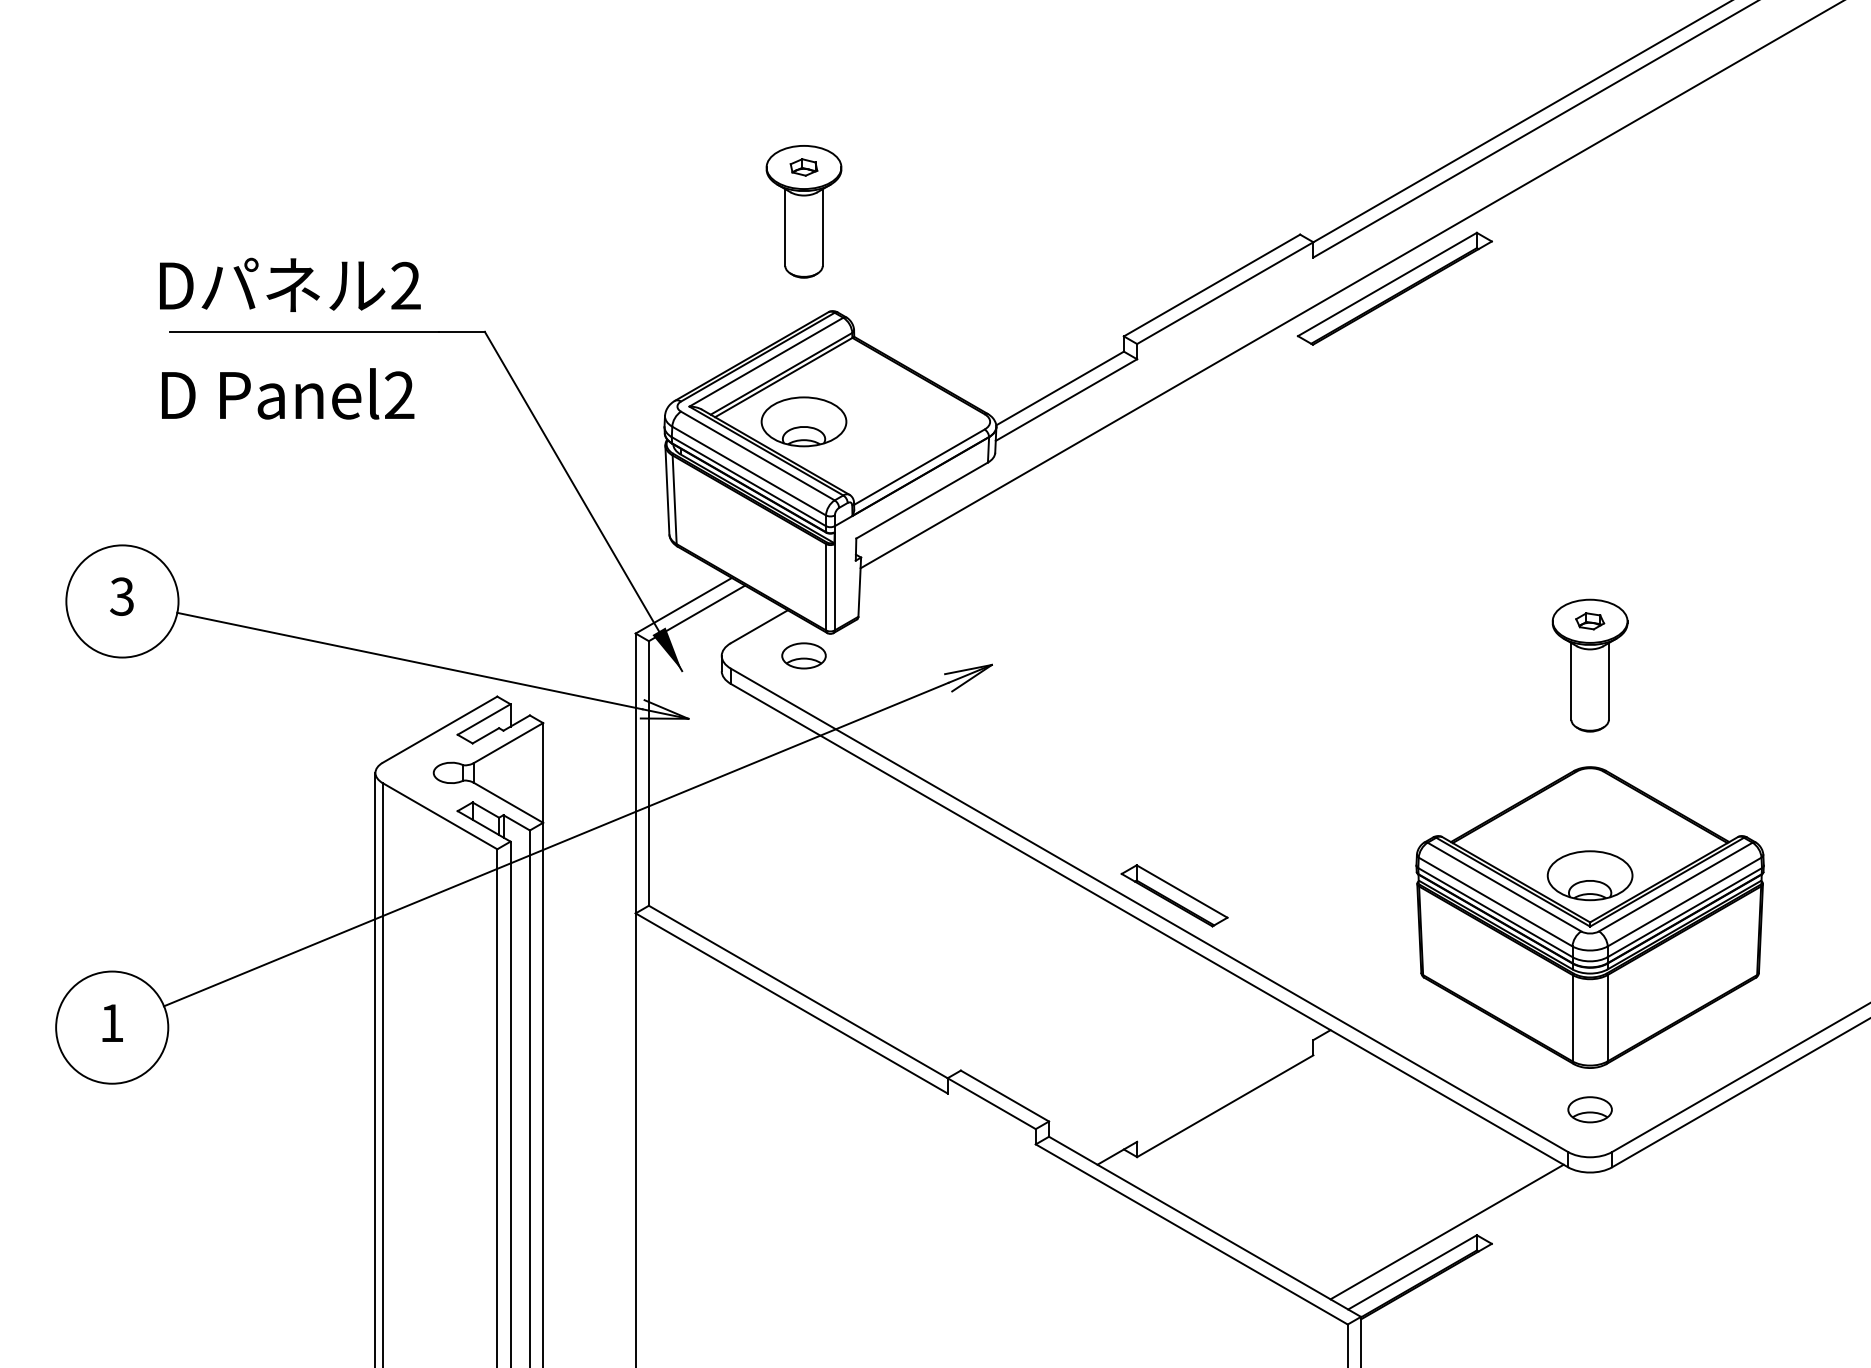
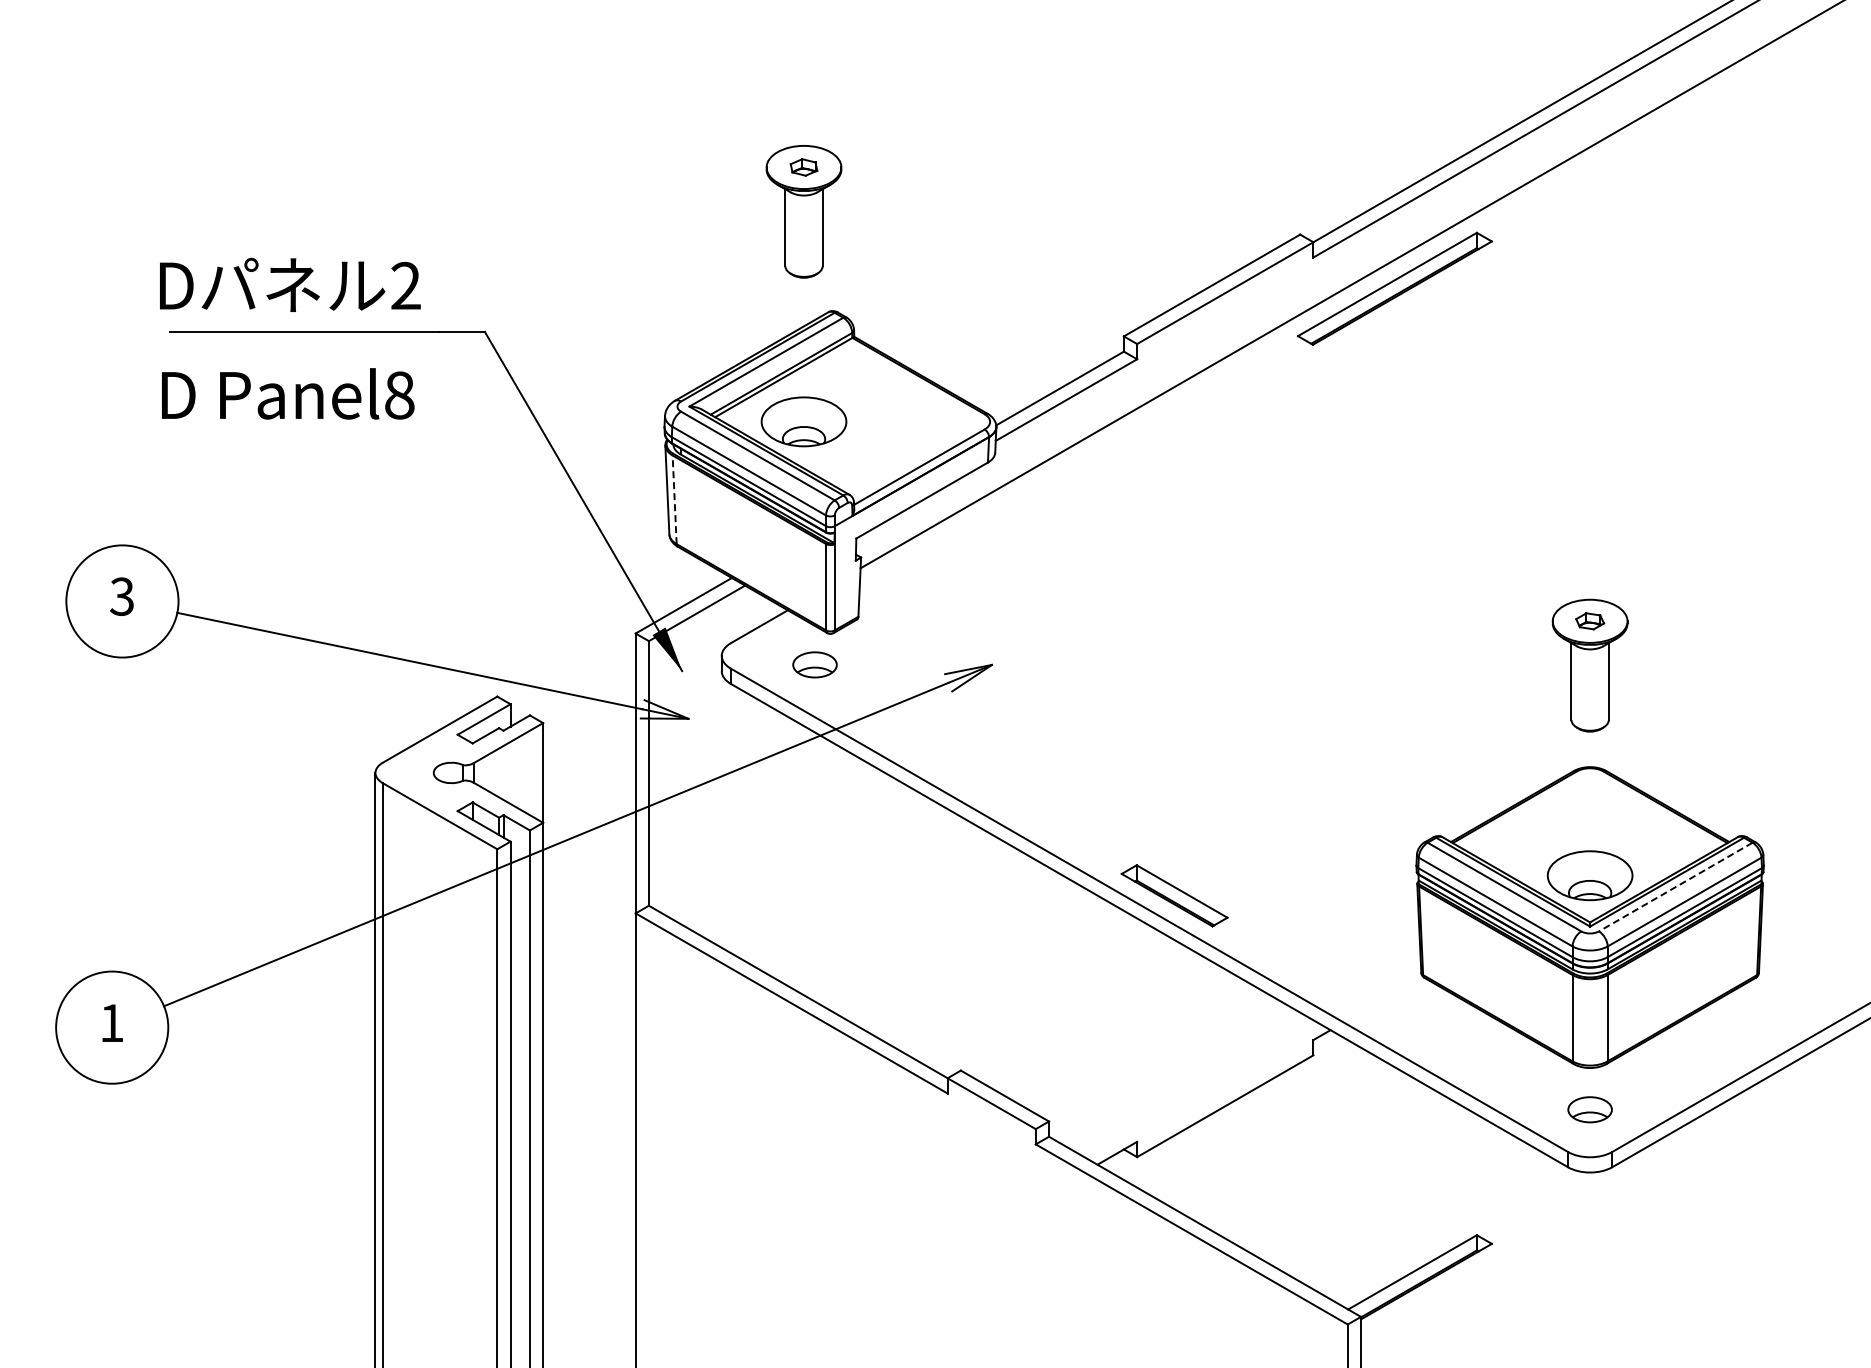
text at (399, 395): Panel2 -> Panel8
line at (674, 499): solid -> dashed
part at (803, 655) position: (803, 655) -> (814, 664)
line at (1675, 887): solid -> dashed
line at (1446, 1231): present -> none
